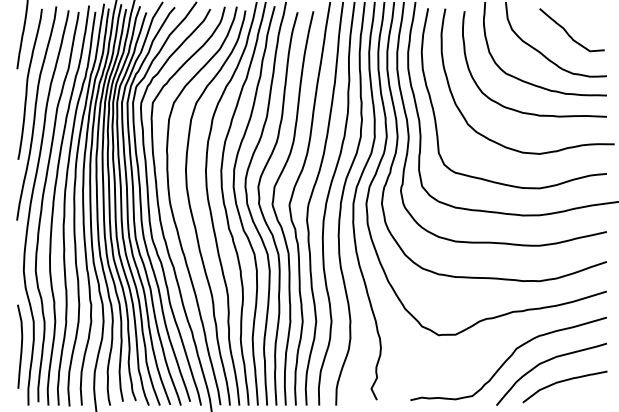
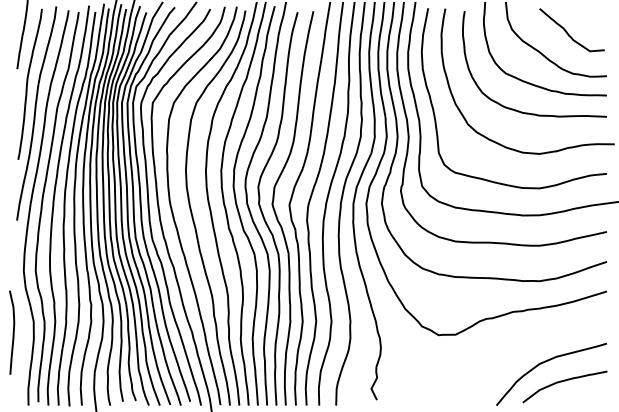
curve at (20, 346) position: (20, 346) -> (12, 332)
curve at (508, 358): present -> none
